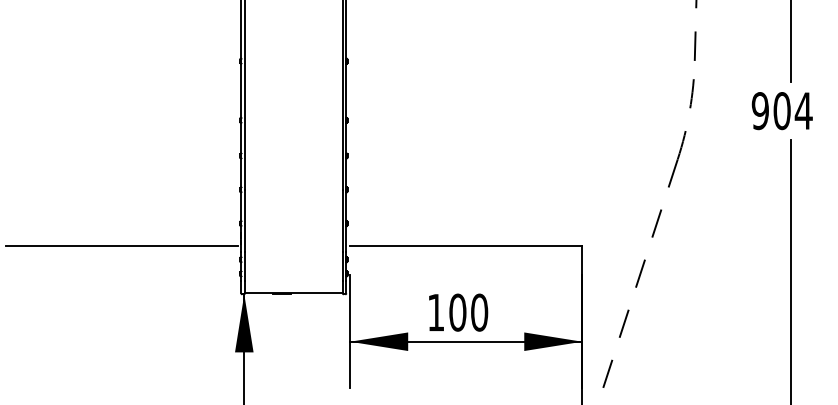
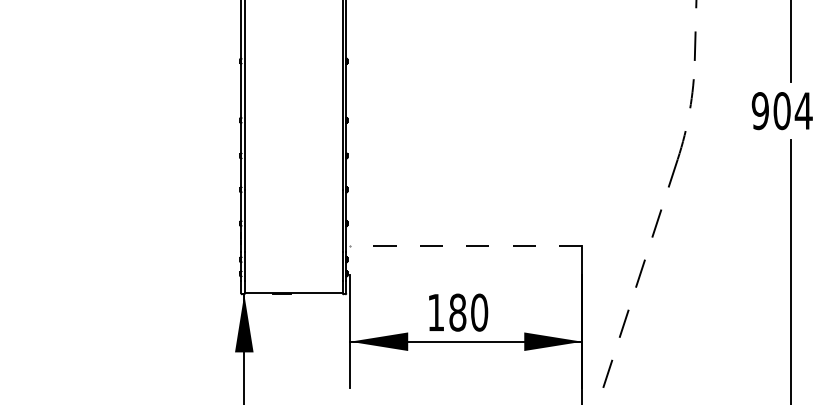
line at (122, 245): present -> none
line at (465, 245): solid -> dashed
text at (457, 312): 100 -> 180
